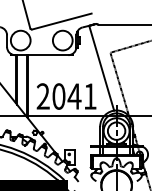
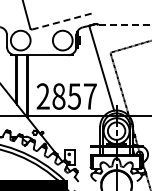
line at (61, 21): solid -> dashed
line at (125, 25): solid -> dashed
text at (74, 96): 2041 -> 2857
